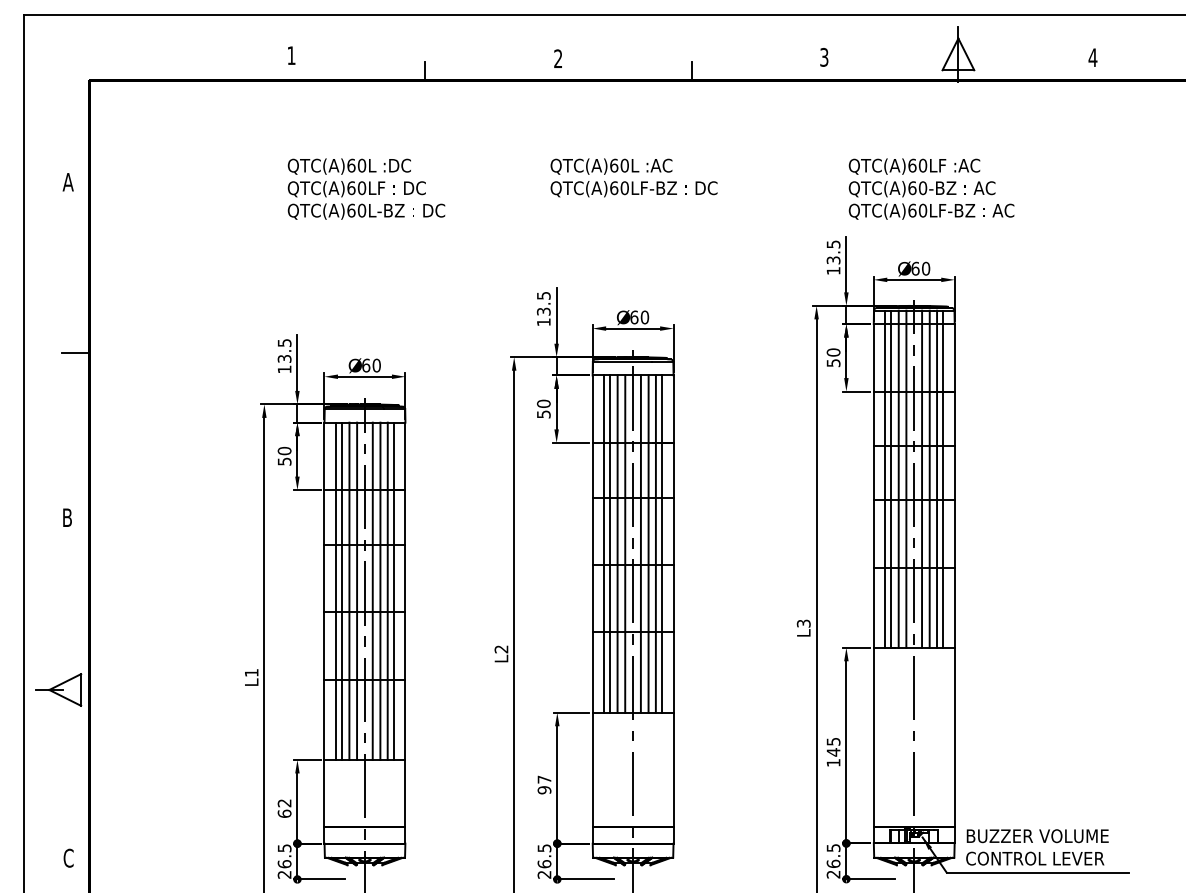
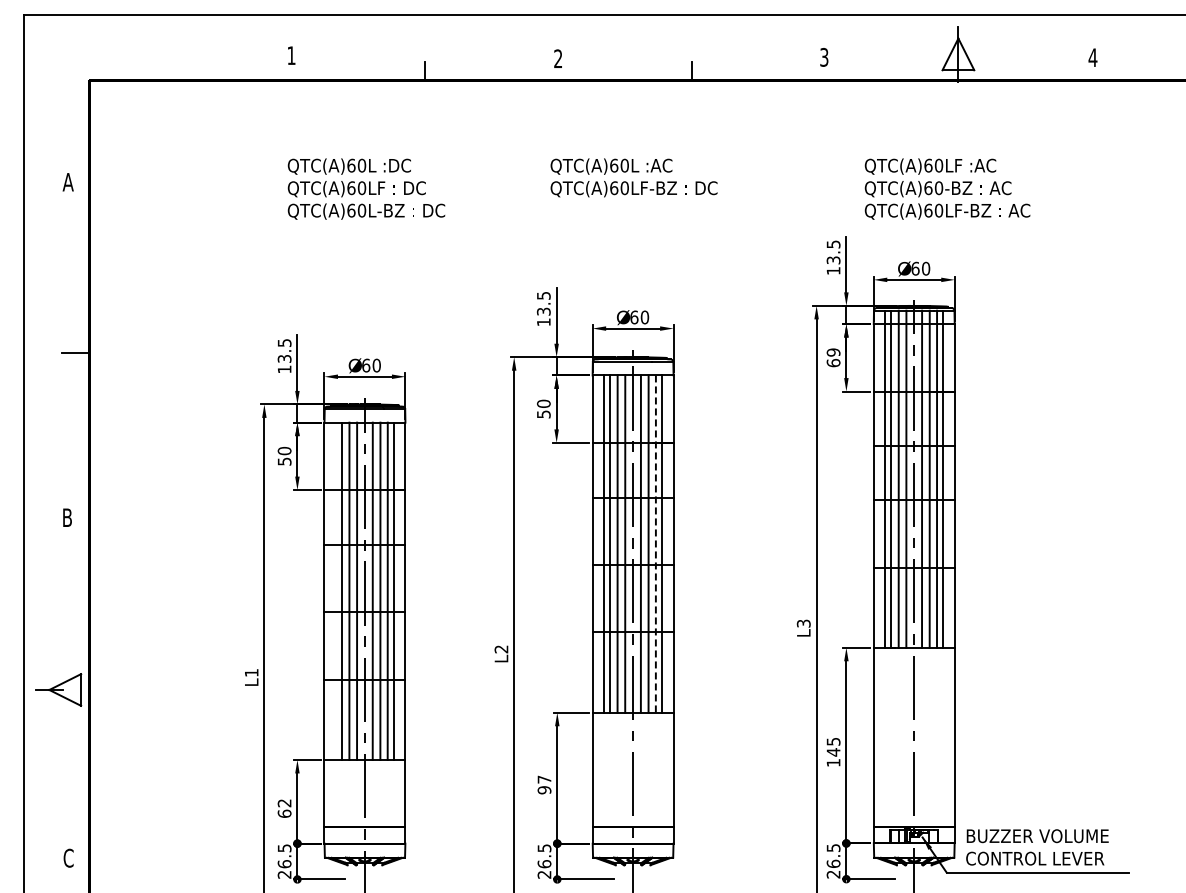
text at (931, 188) position: (931, 188) -> (947, 188)
text at (833, 357): 50 -> 69
line at (655, 544): solid -> dashed
line at (335, 590): present -> none
